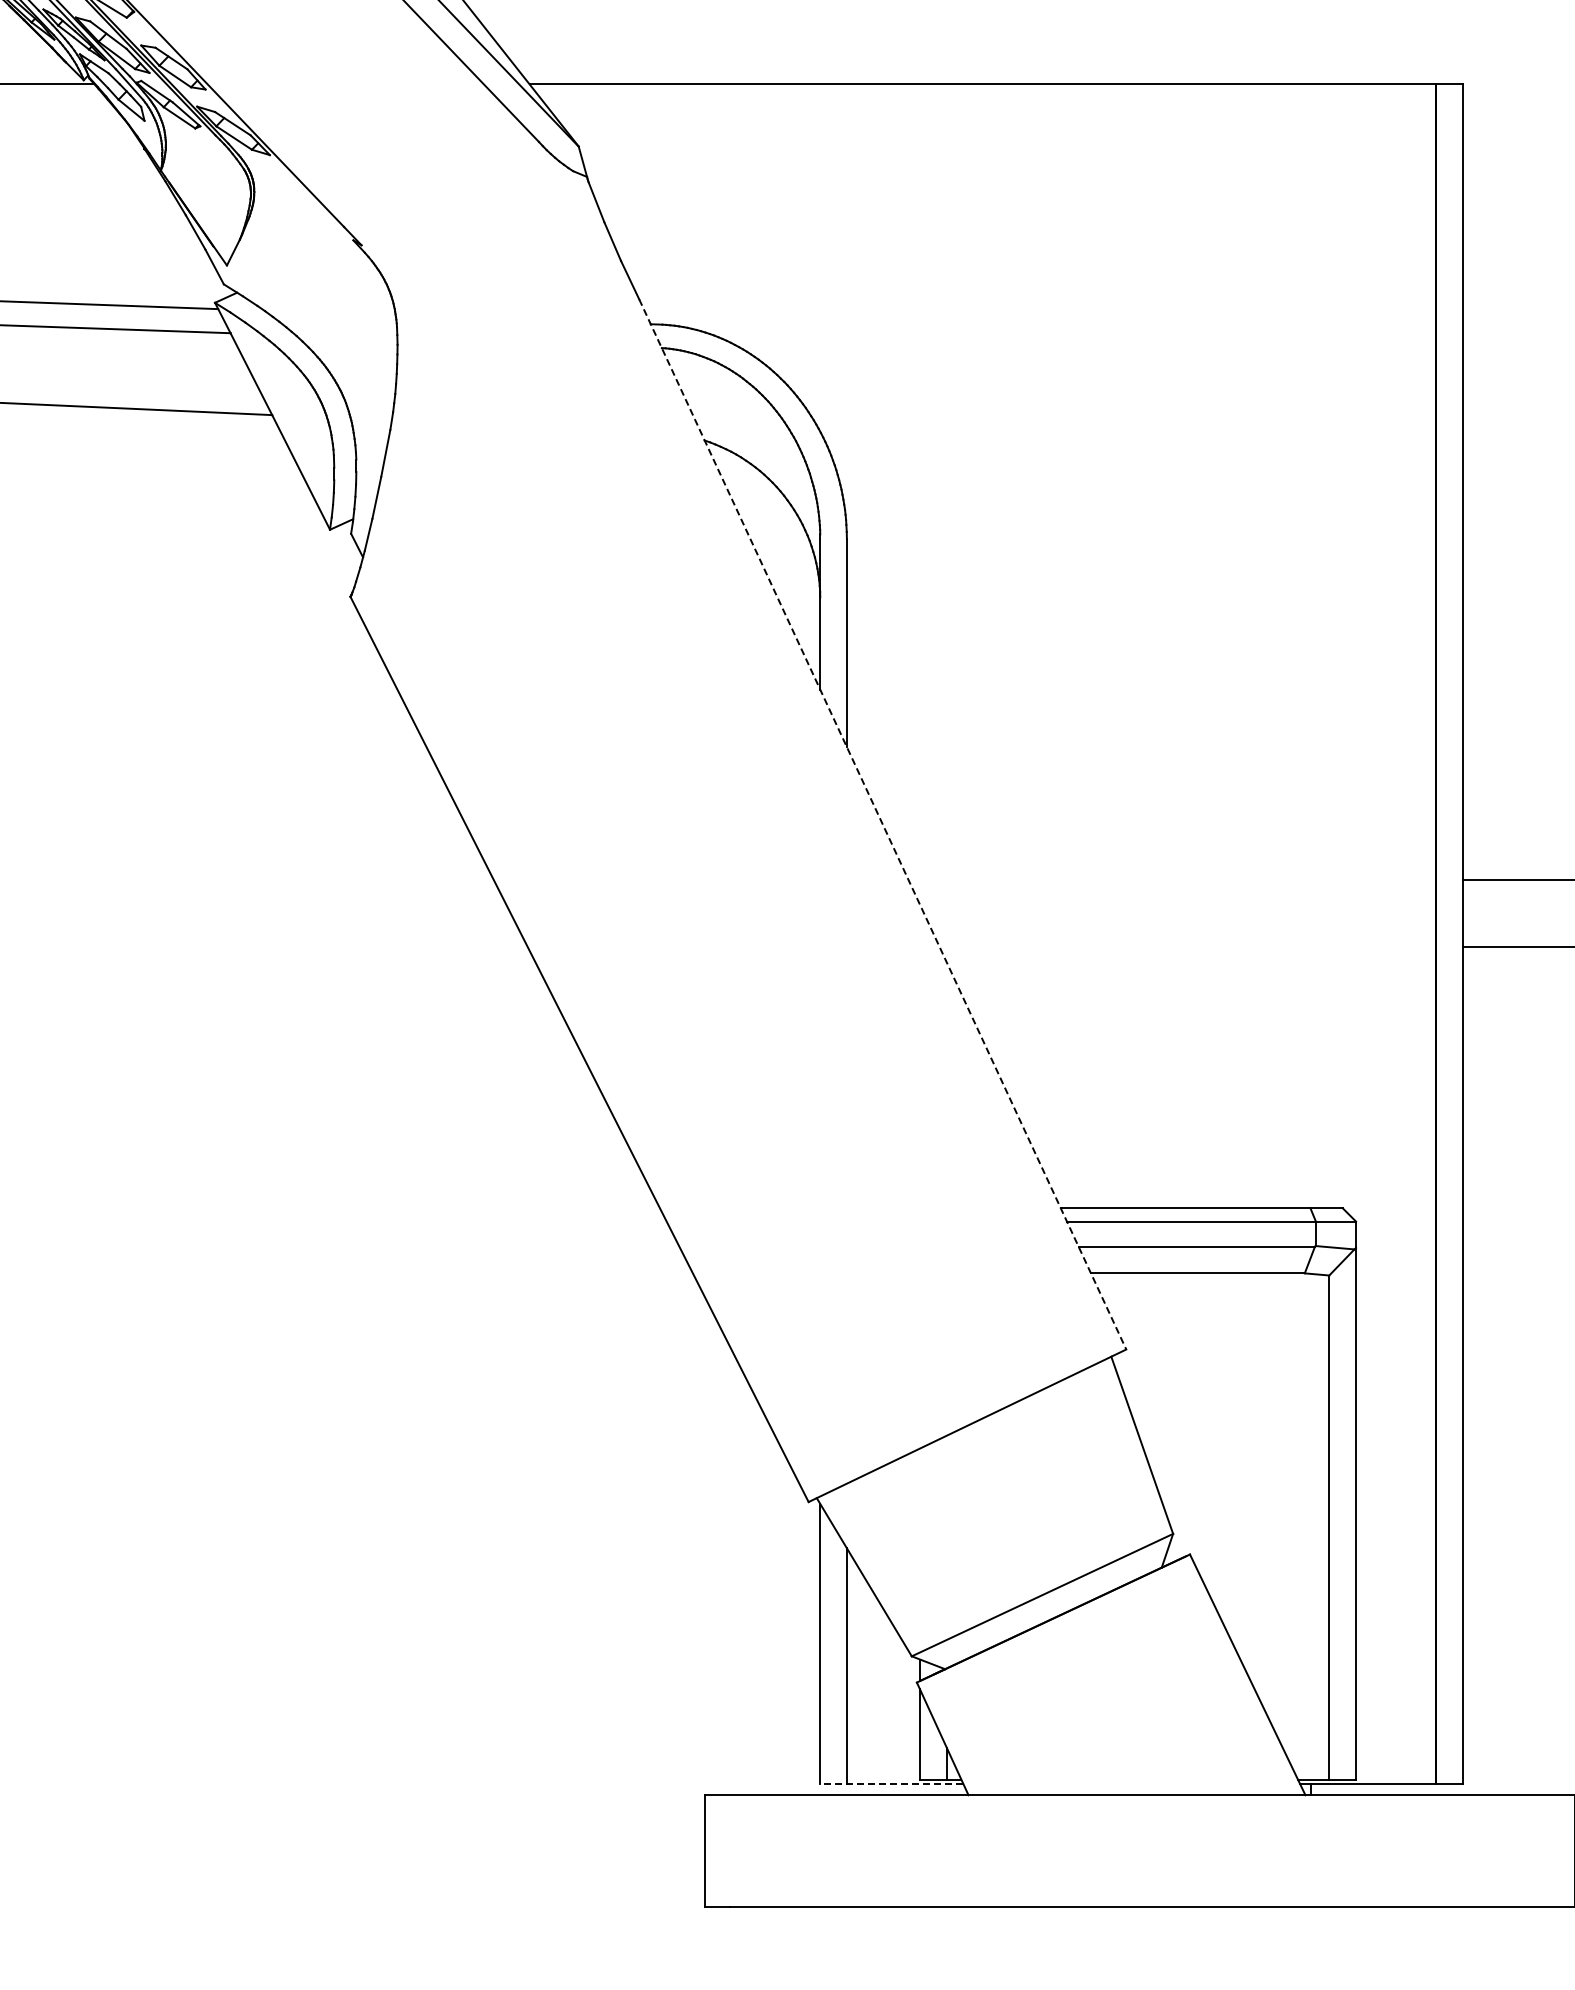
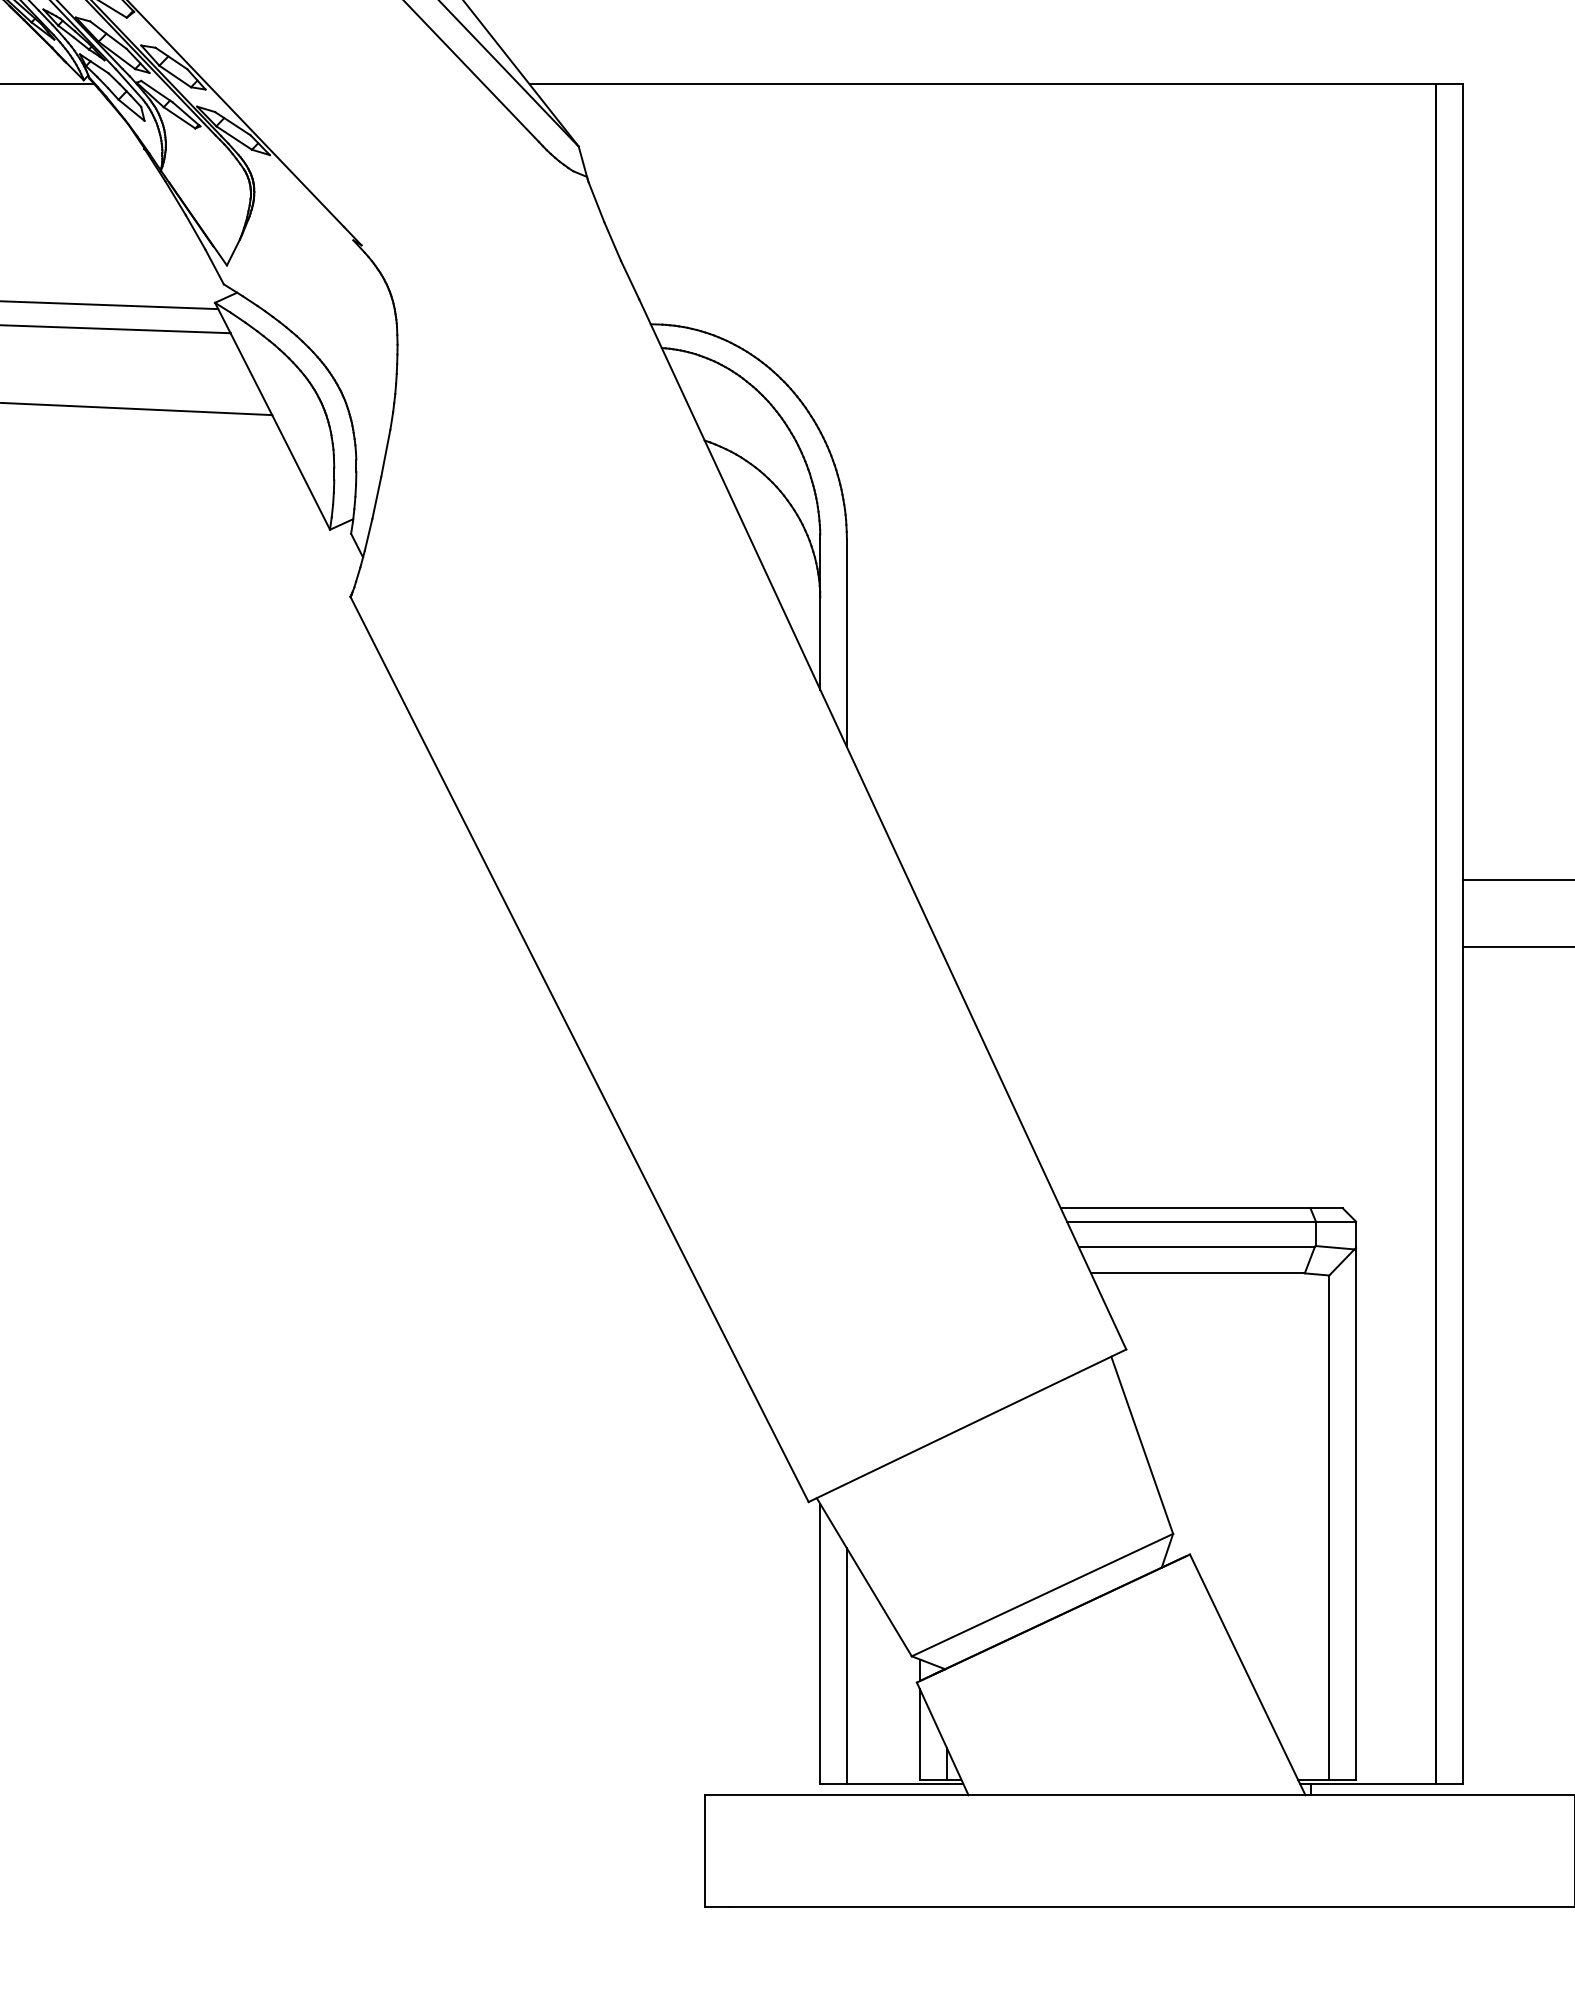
line at (882, 824): dashed -> solid
line at (891, 1784): dashed -> solid
